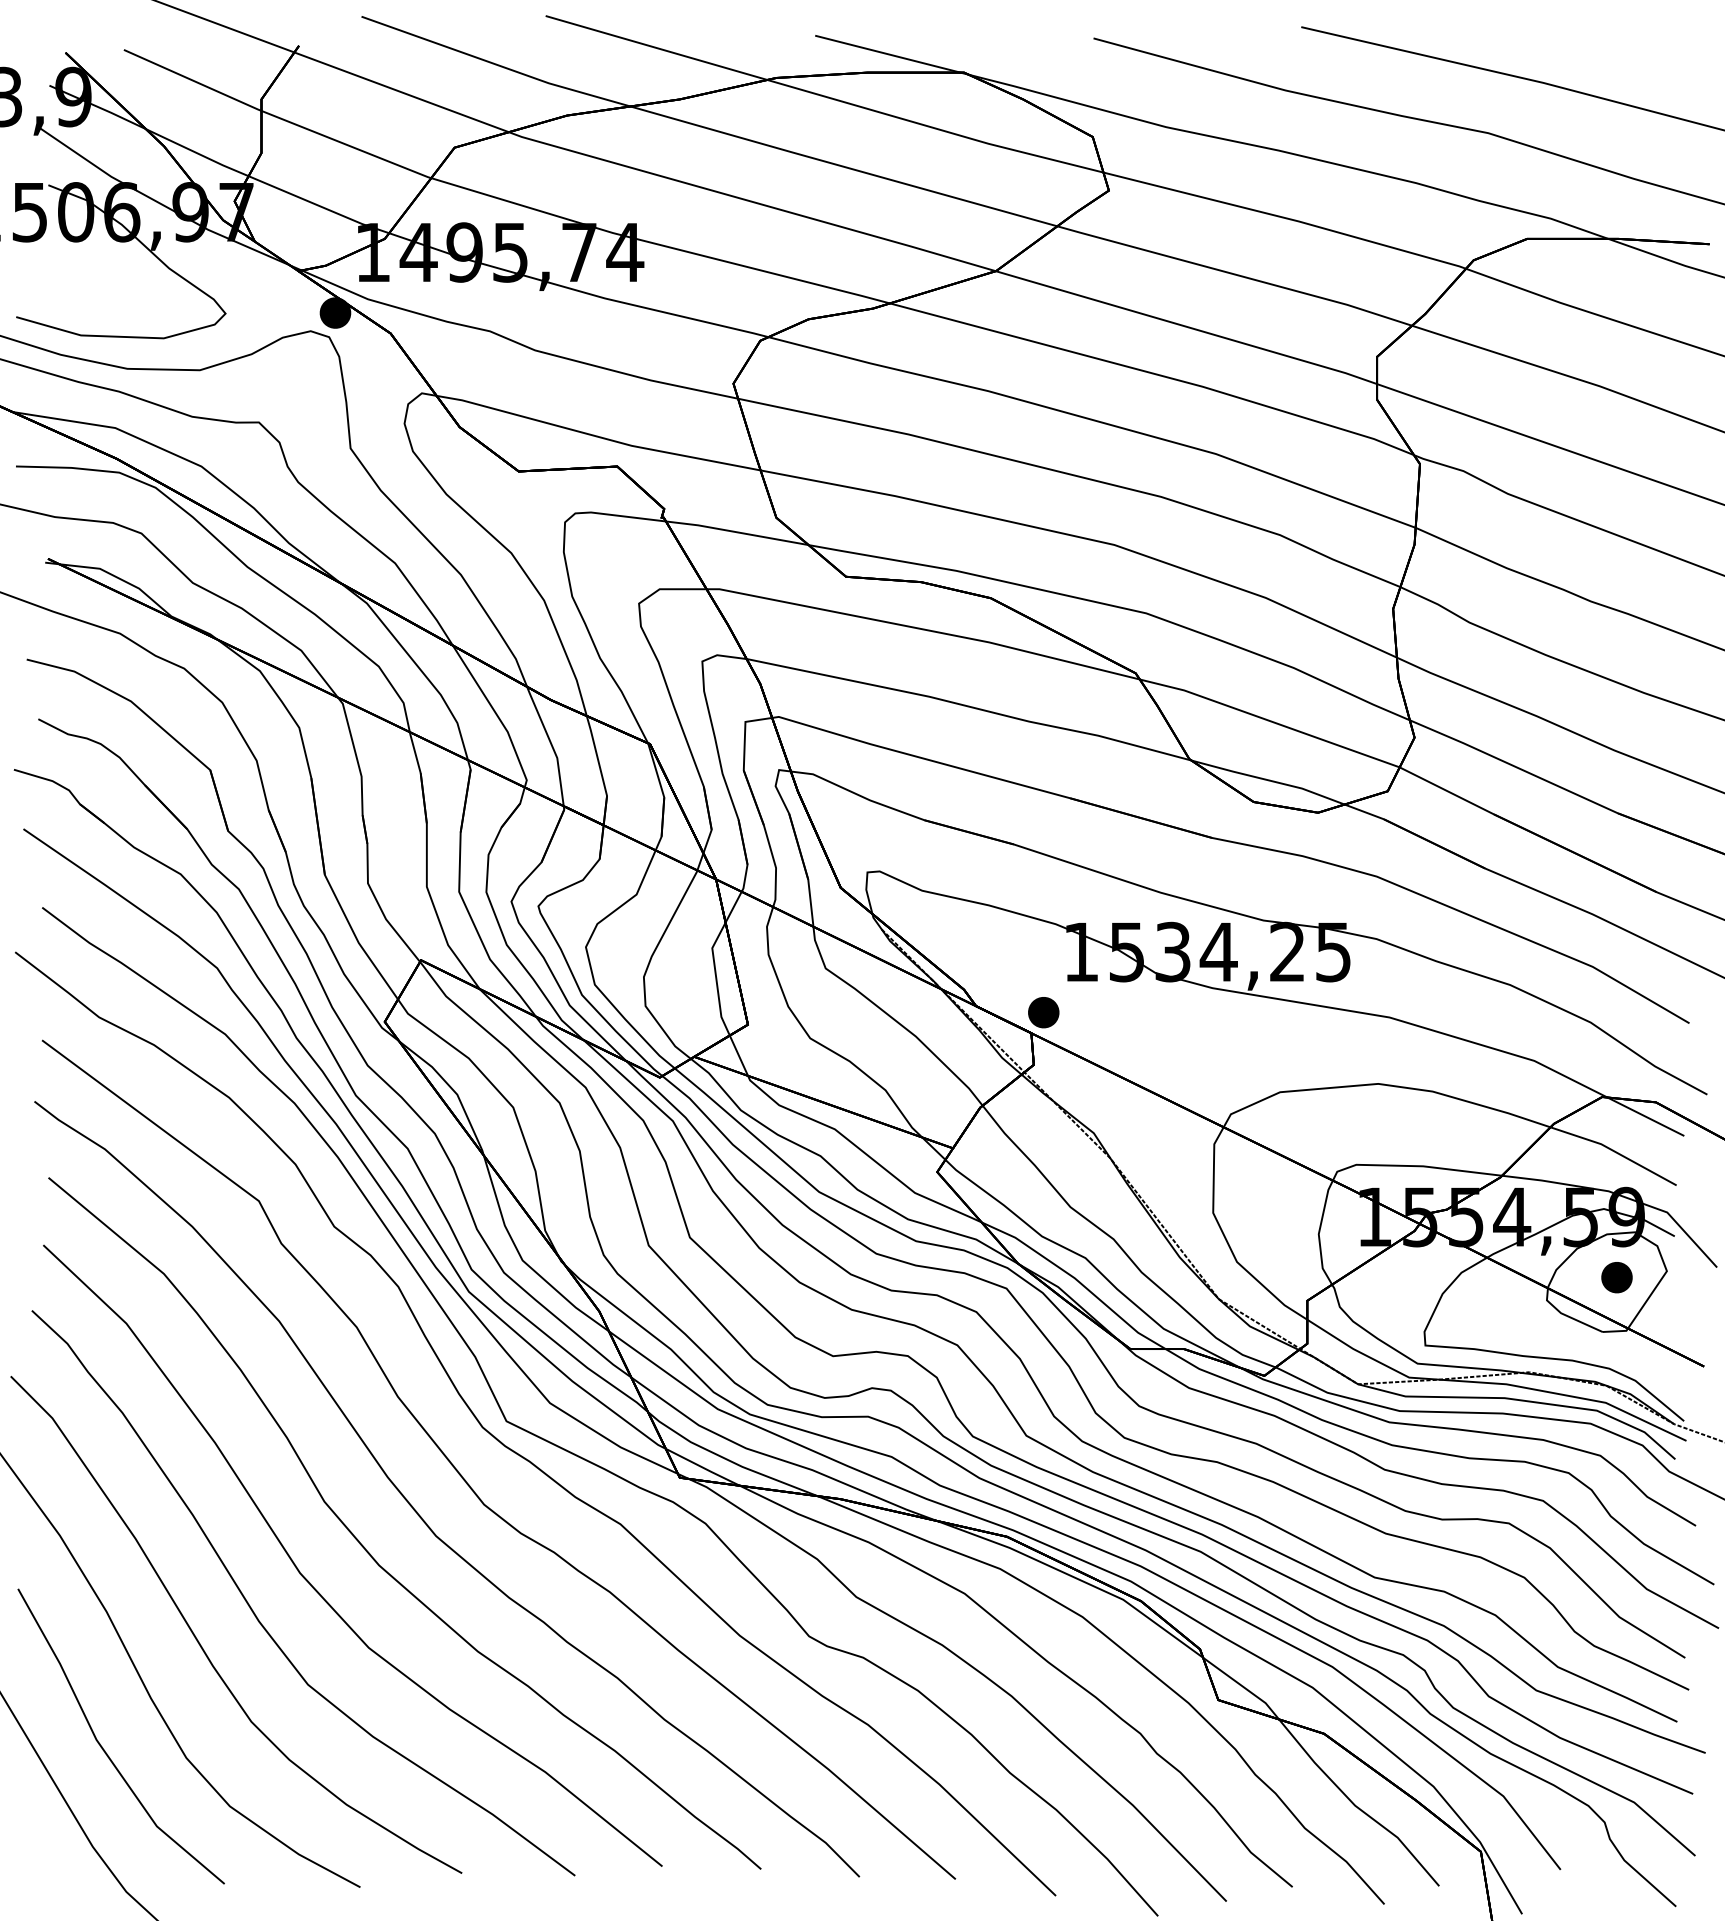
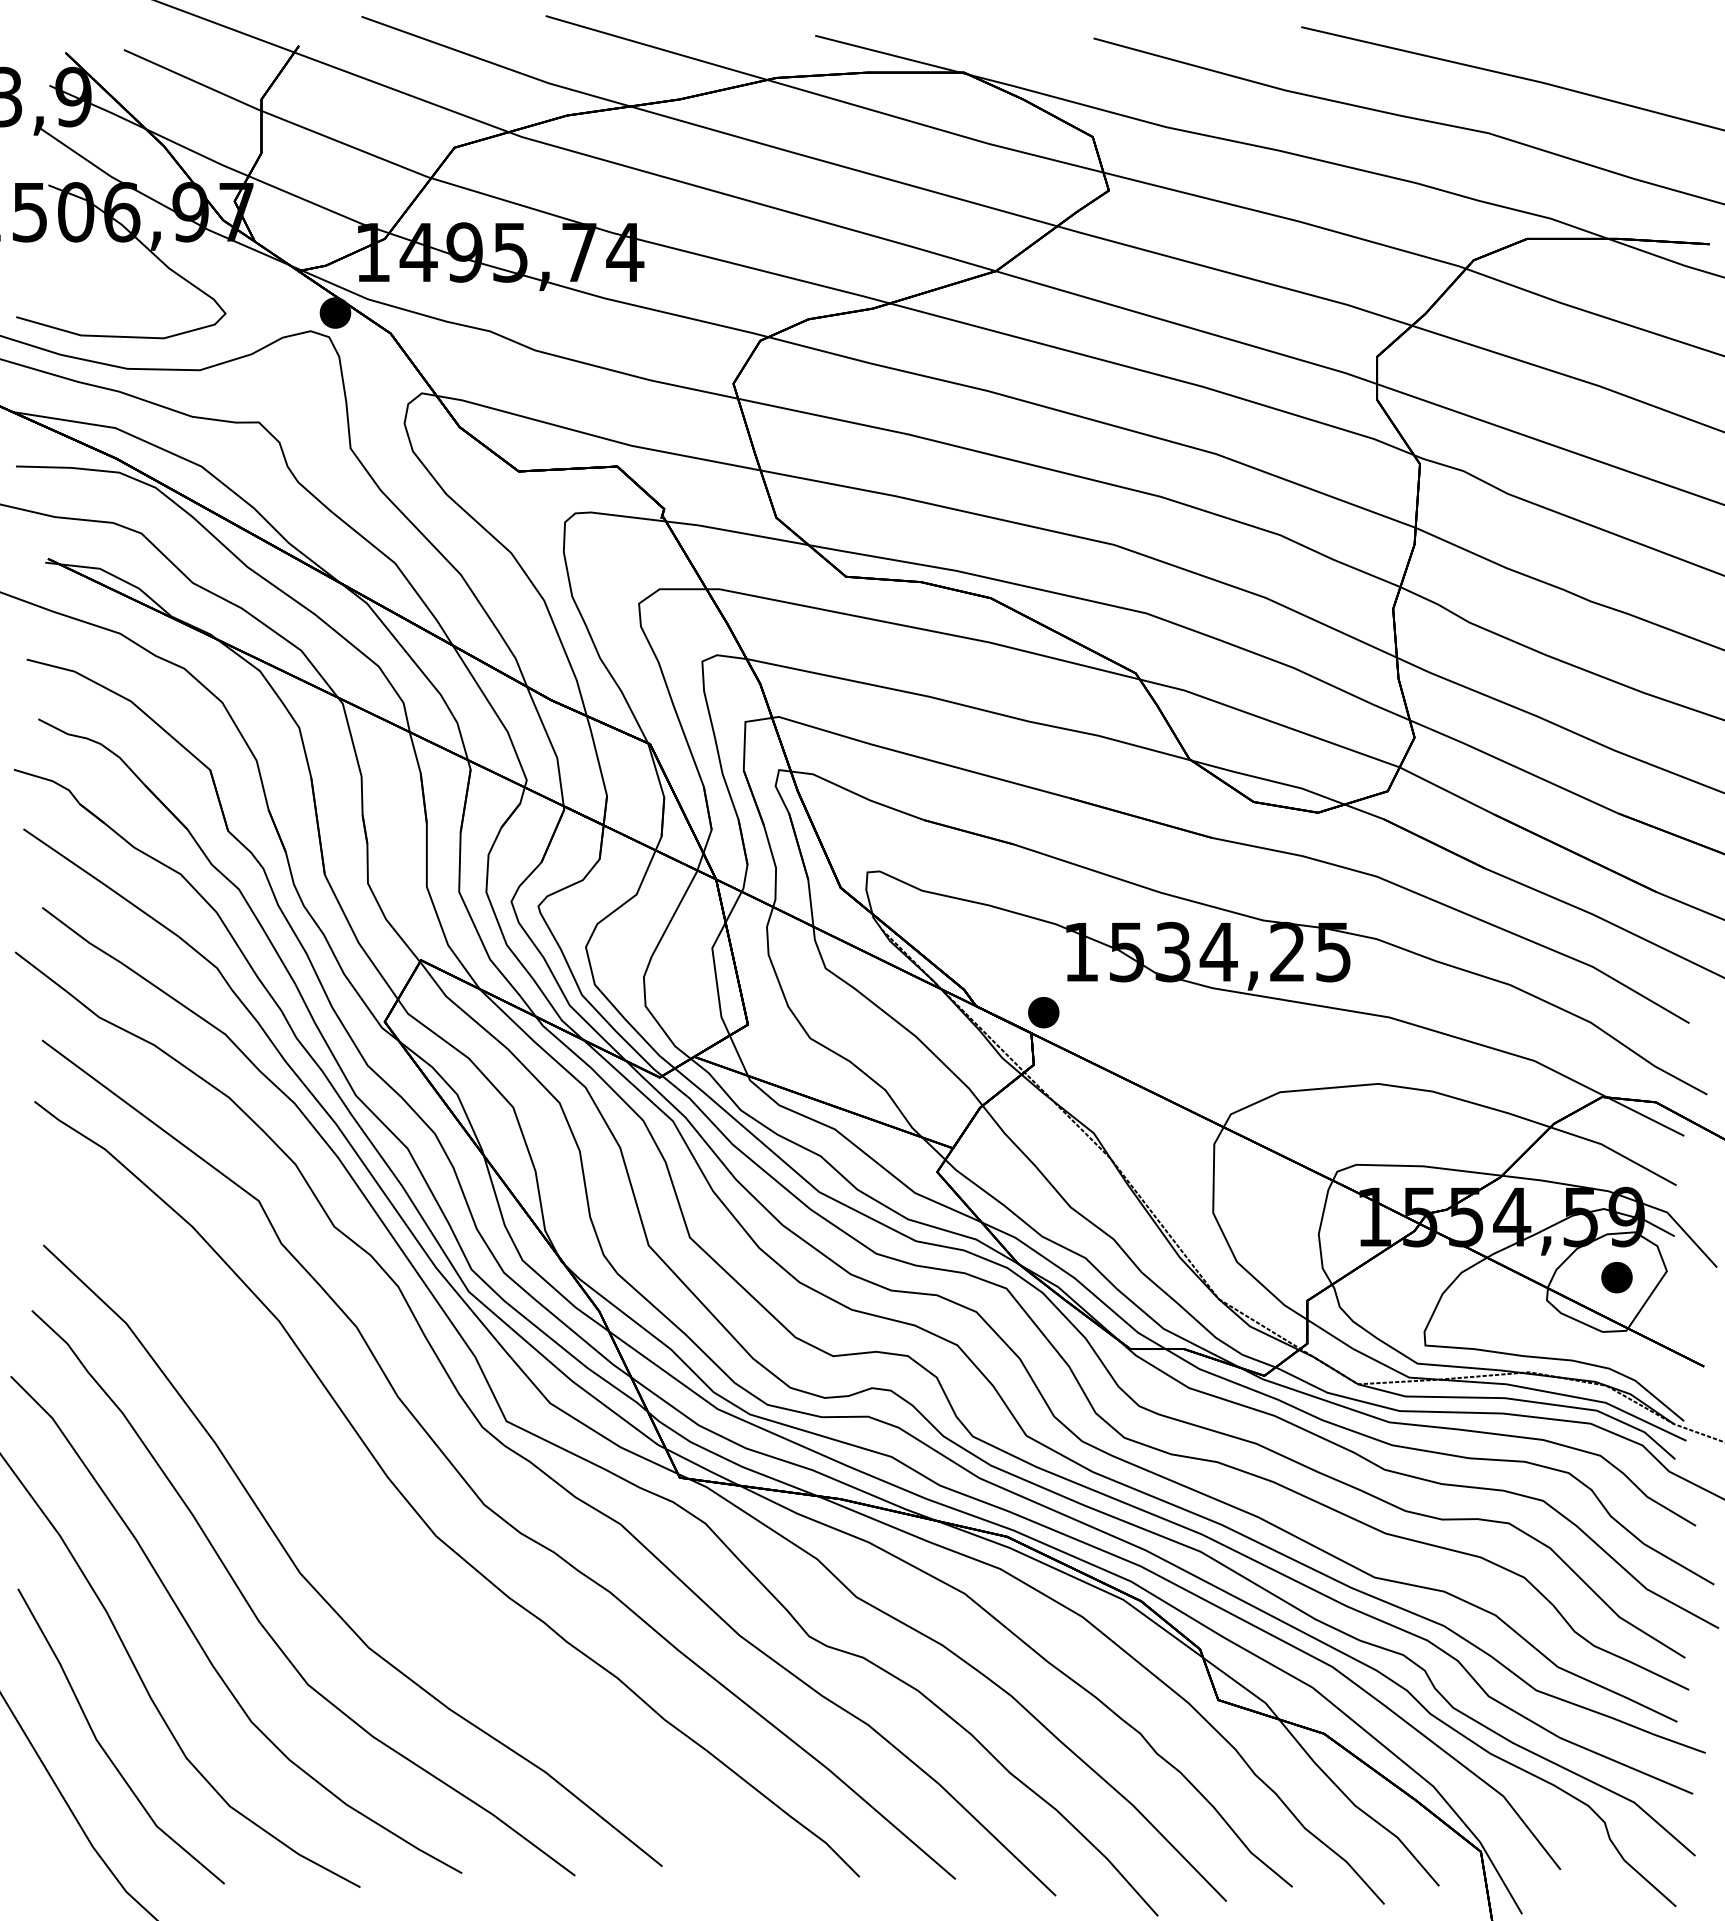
part at (371, 1554): present -> none
